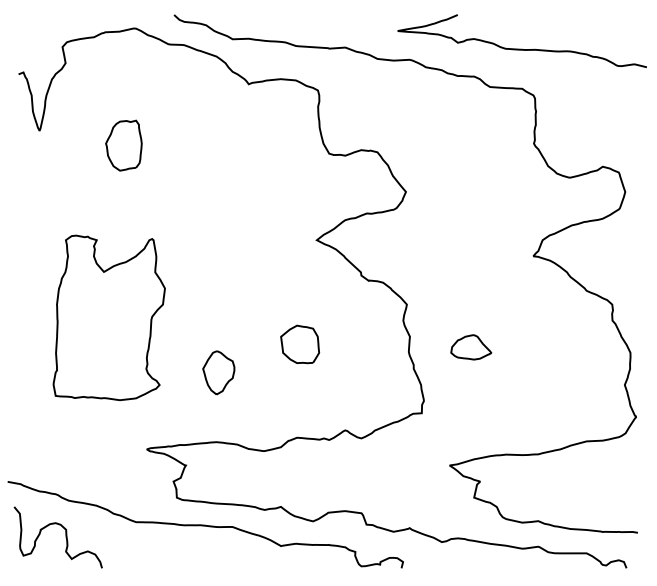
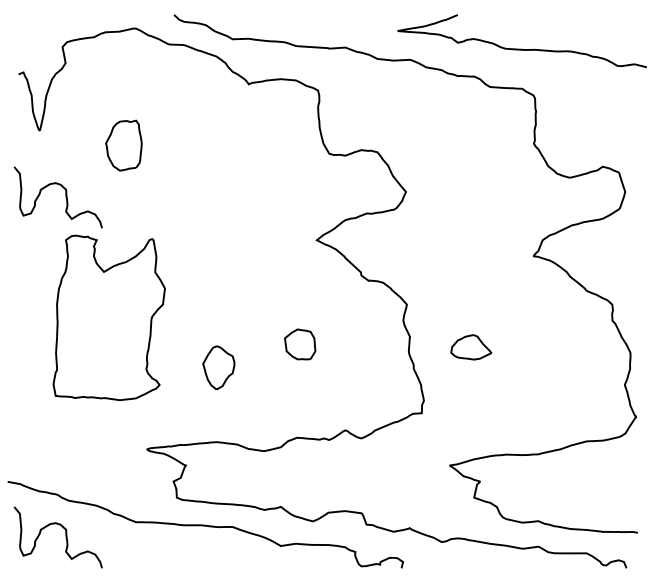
curve at (65, 197): none -> present
part at (300, 344) size: 41x41 px -> 33x33 px
part at (218, 372) position: (218, 372) -> (218, 367)
